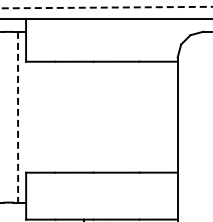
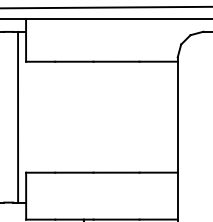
line at (106, 7): dashed -> solid
line at (18, 117): dashed -> solid
